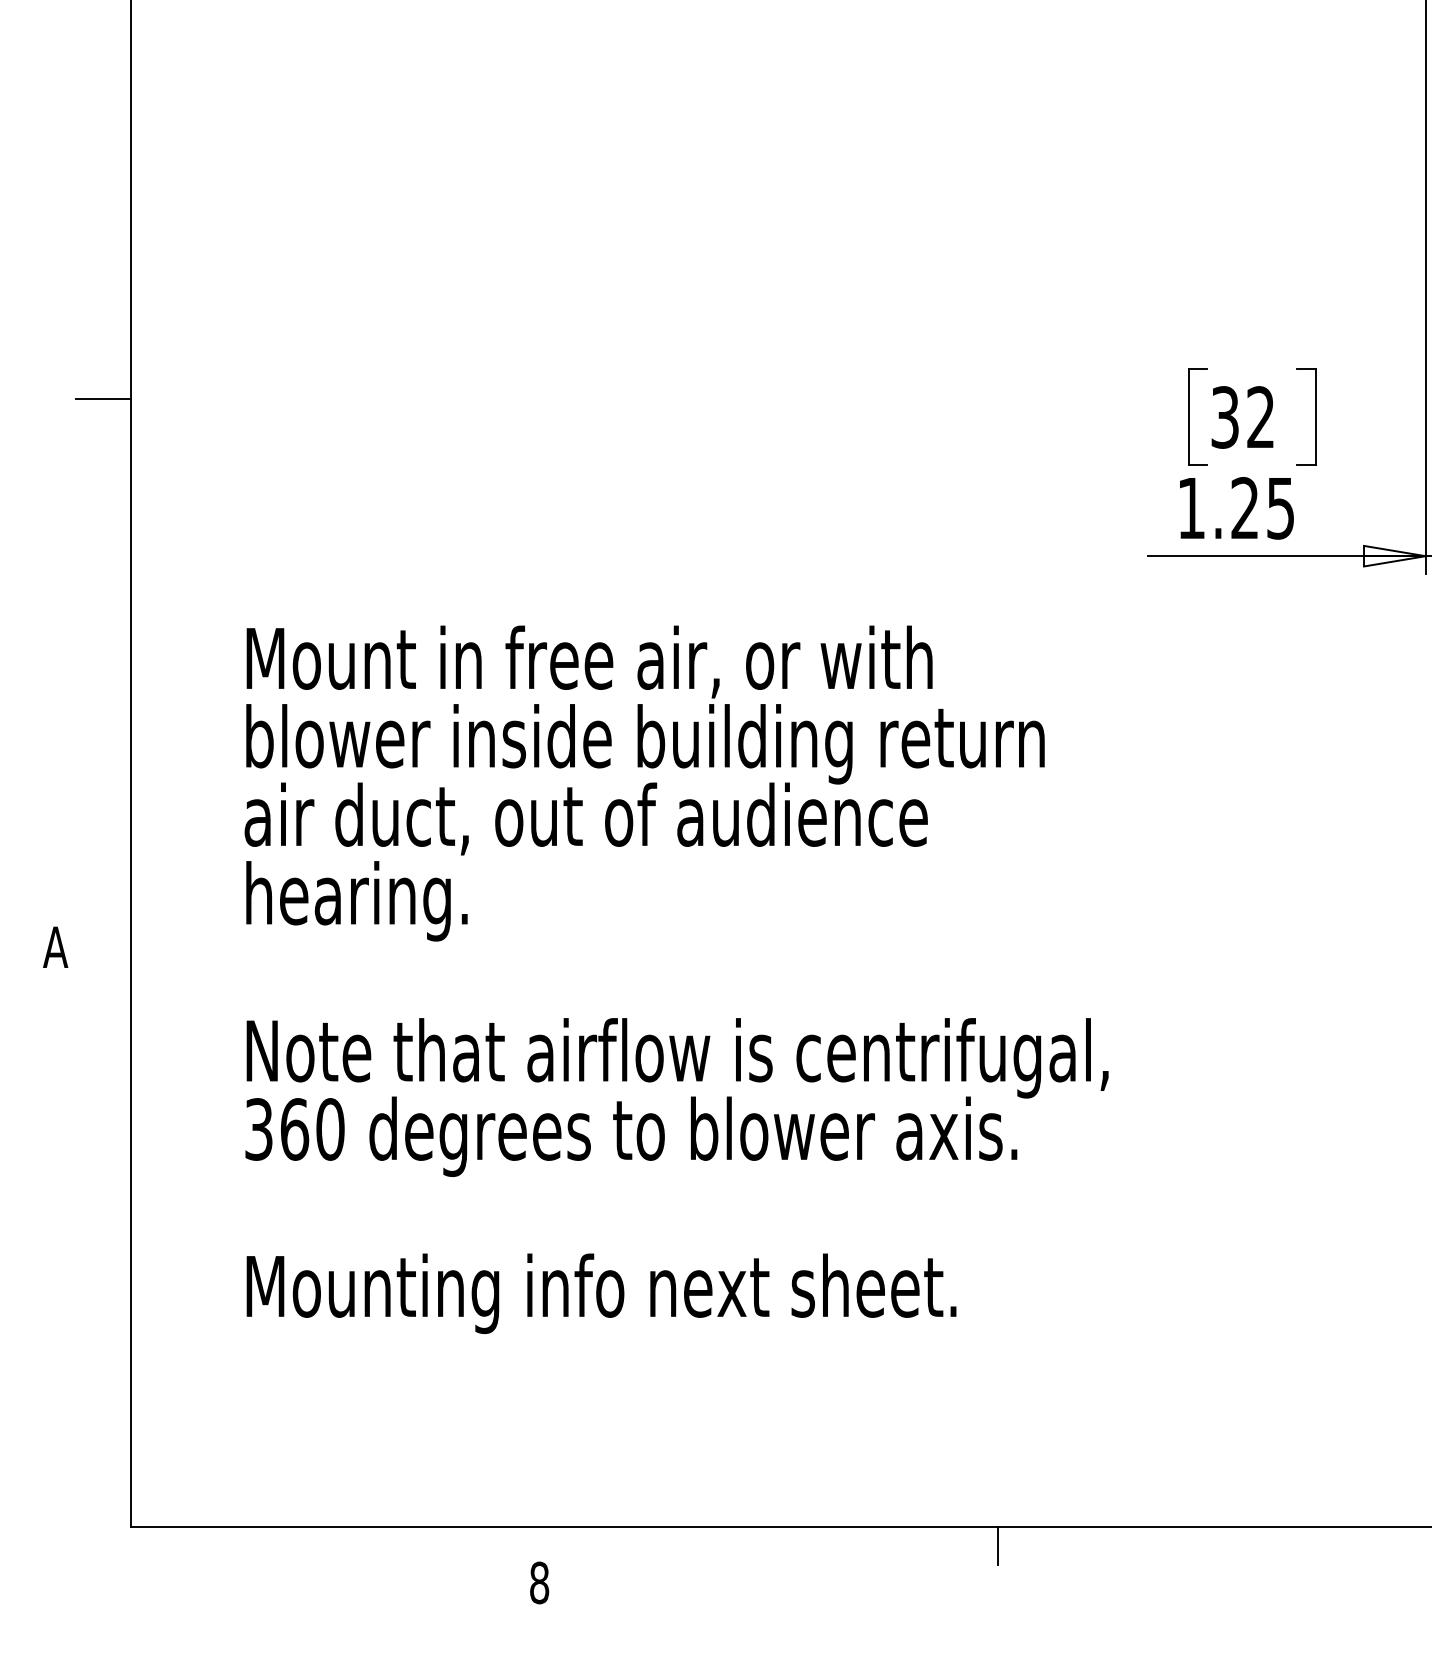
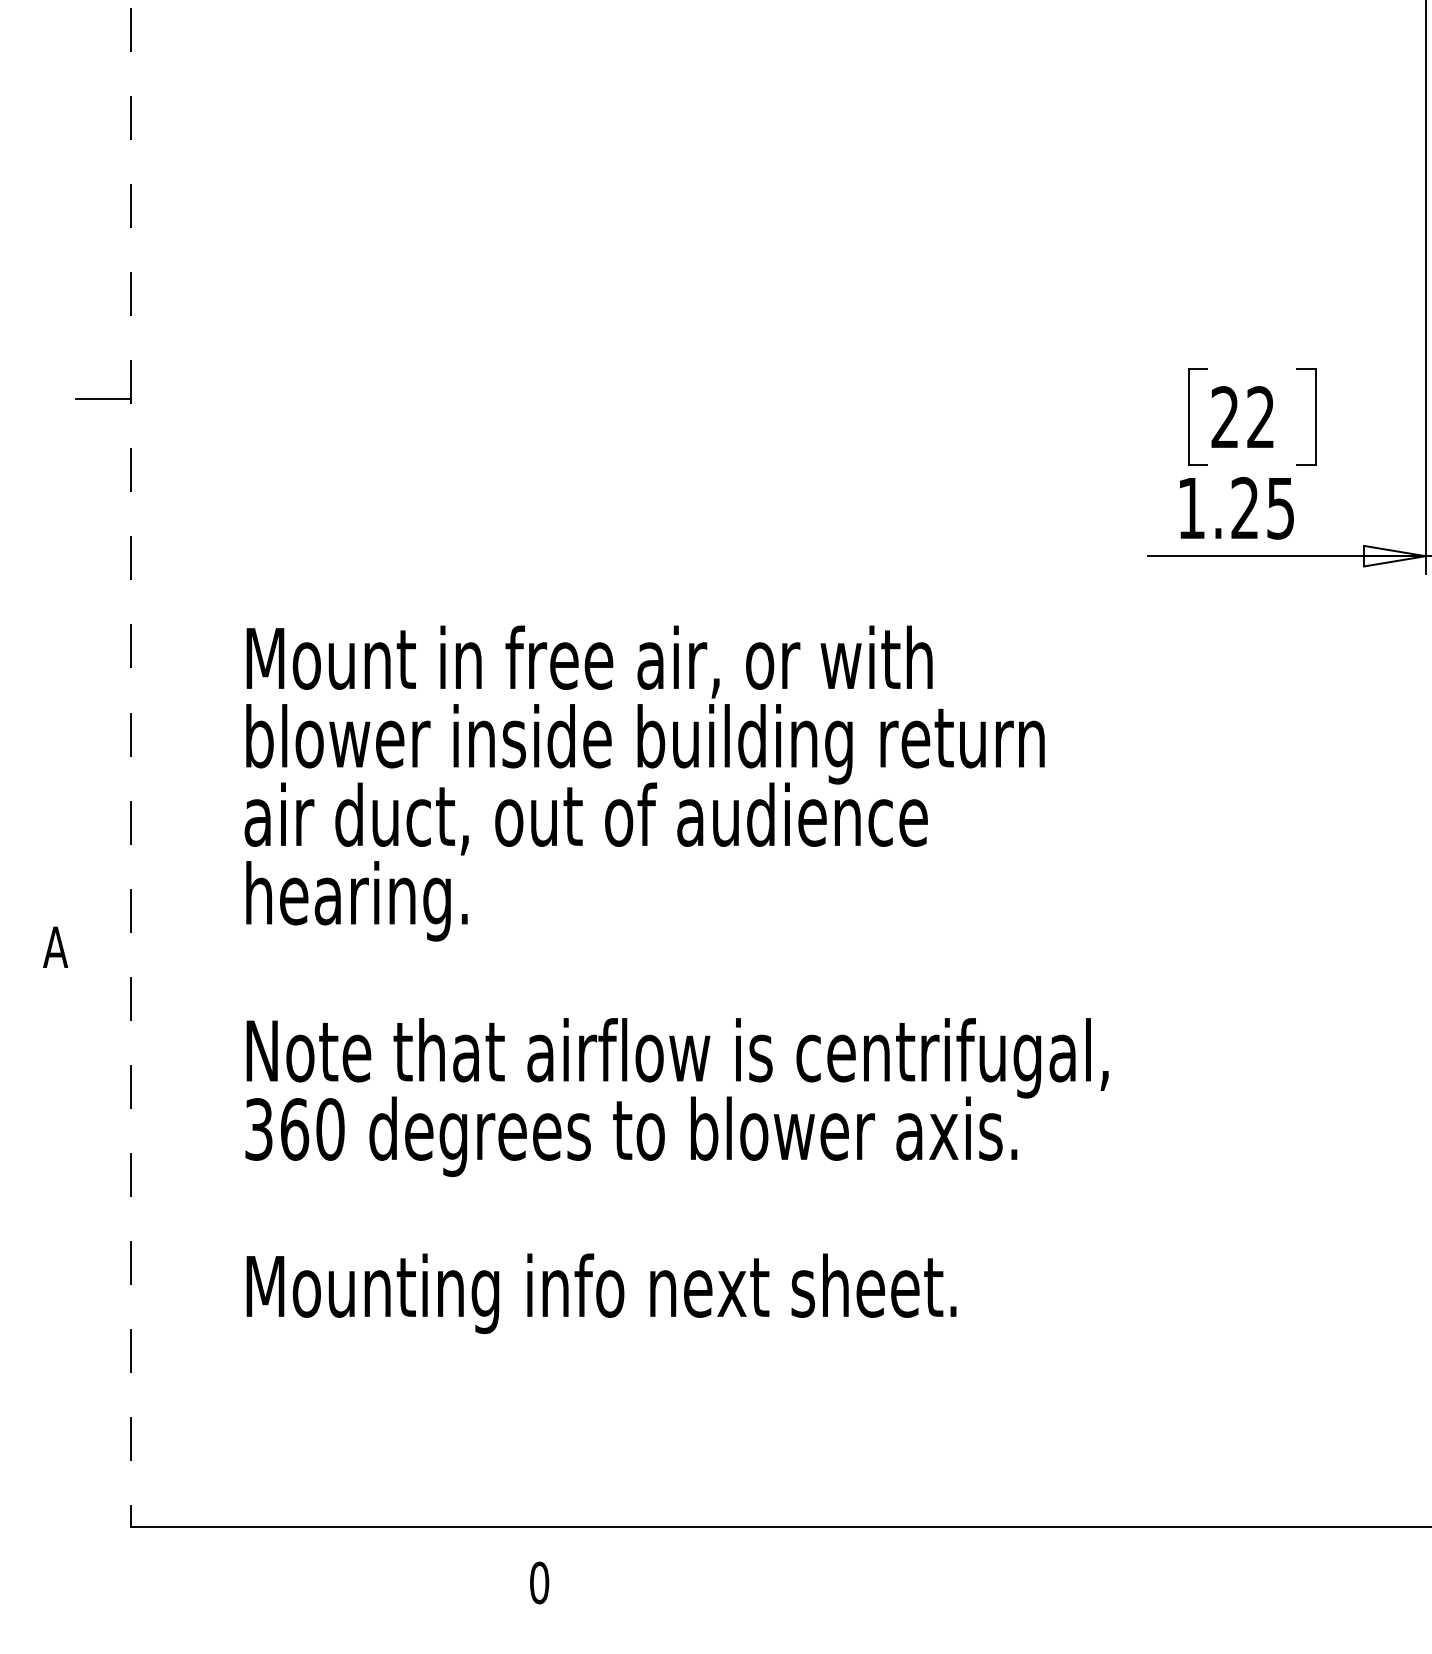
text at (1224, 417): 32 -> 22
line at (130, 764): solid -> dashed
line at (997, 1545): present -> none
text at (539, 1582): 8 -> 0
